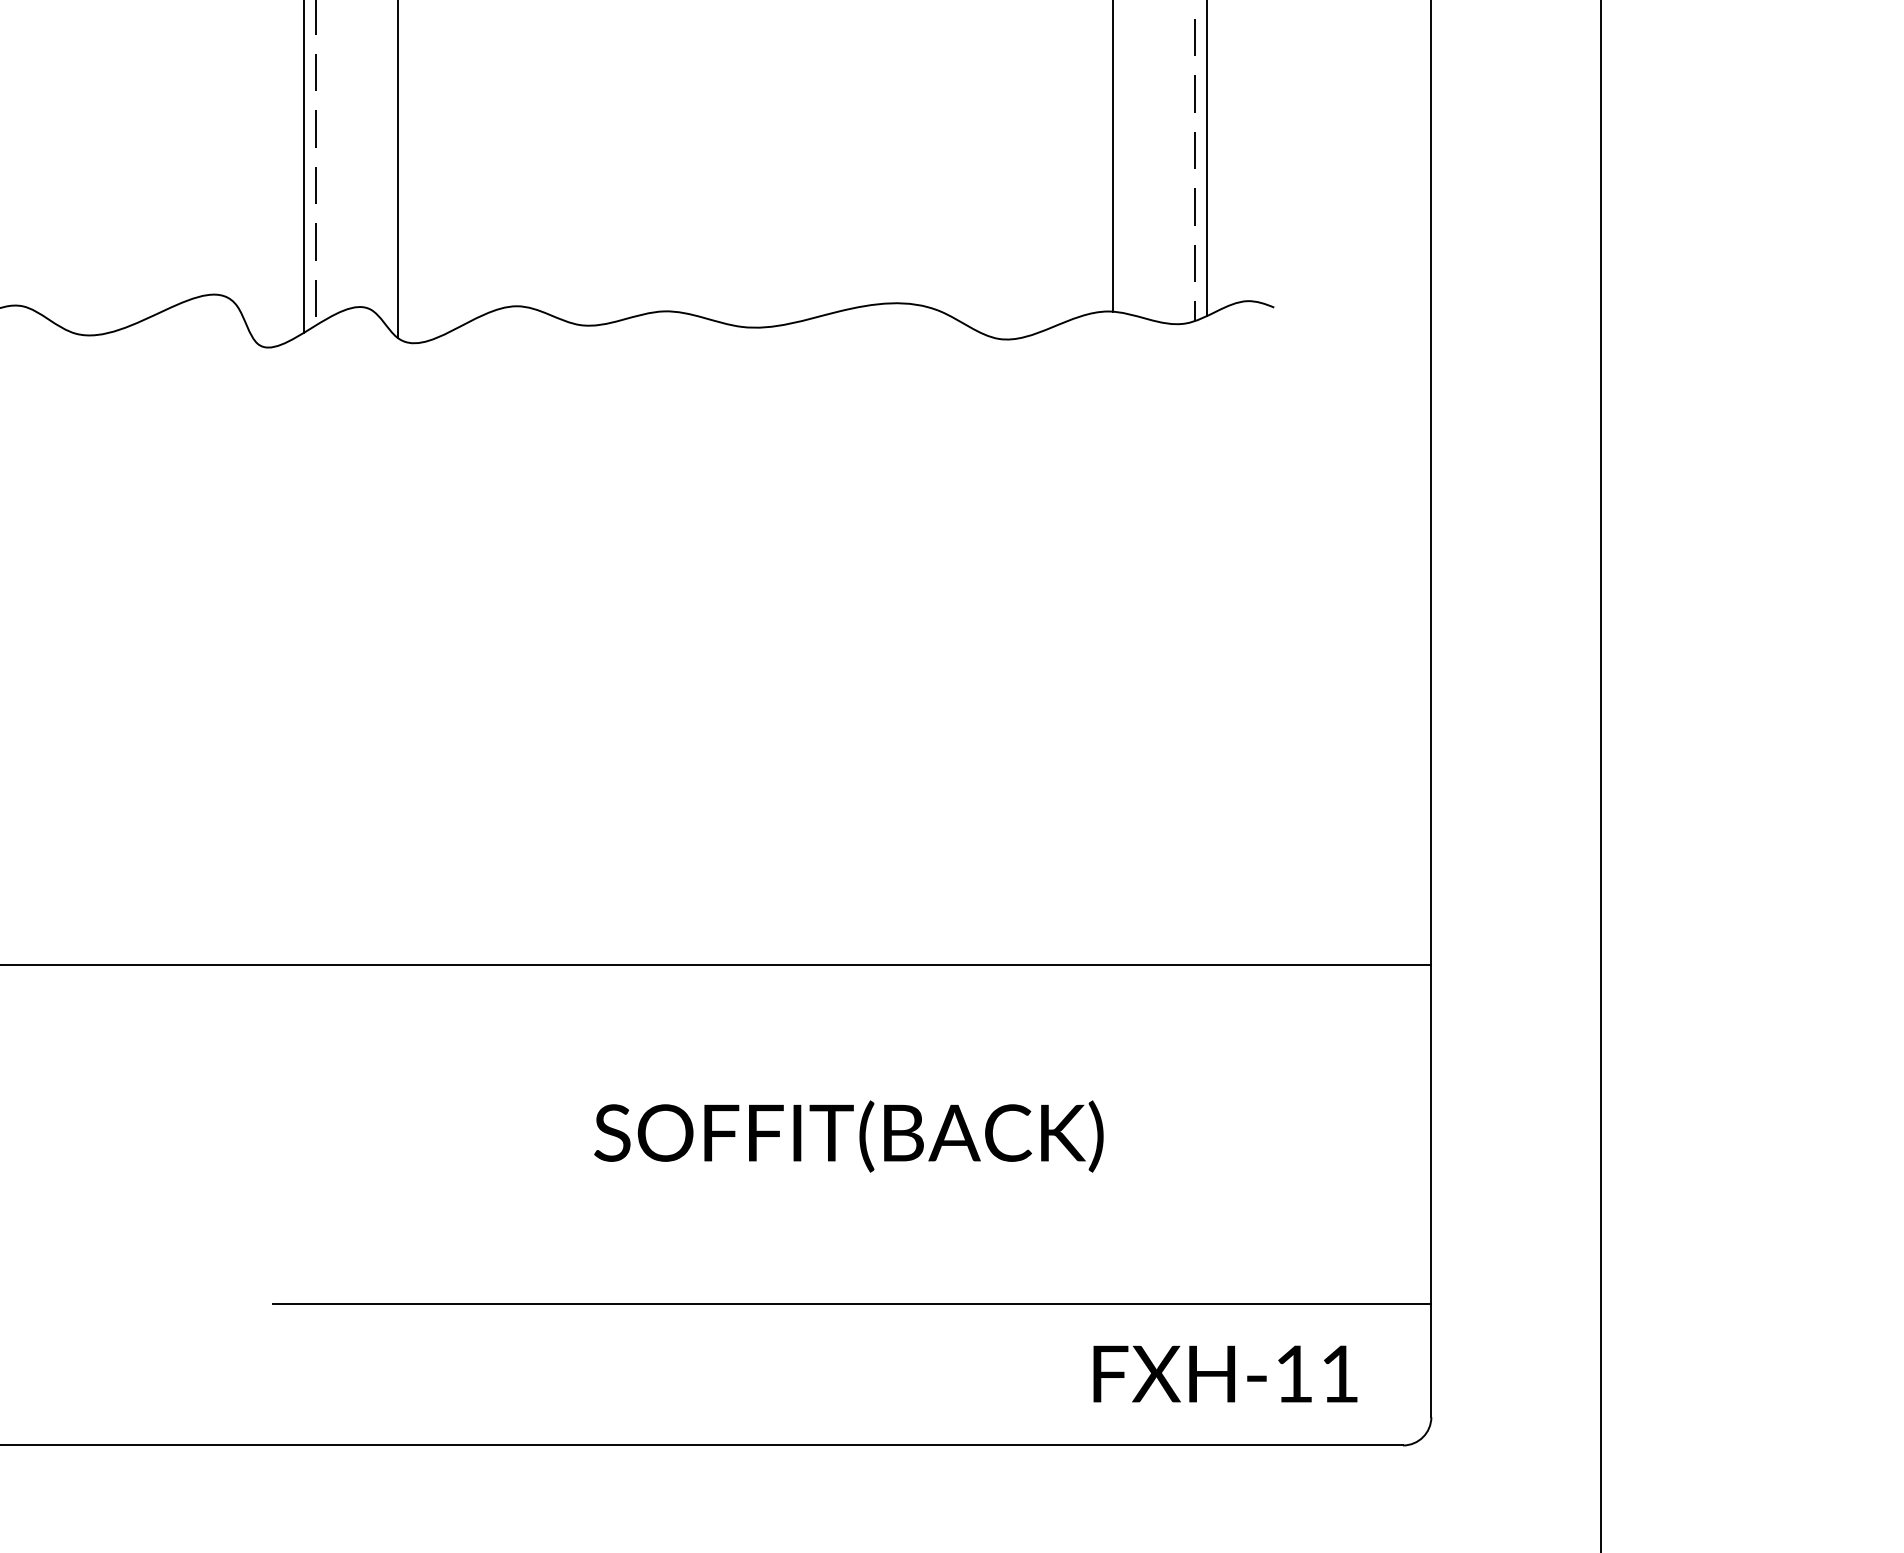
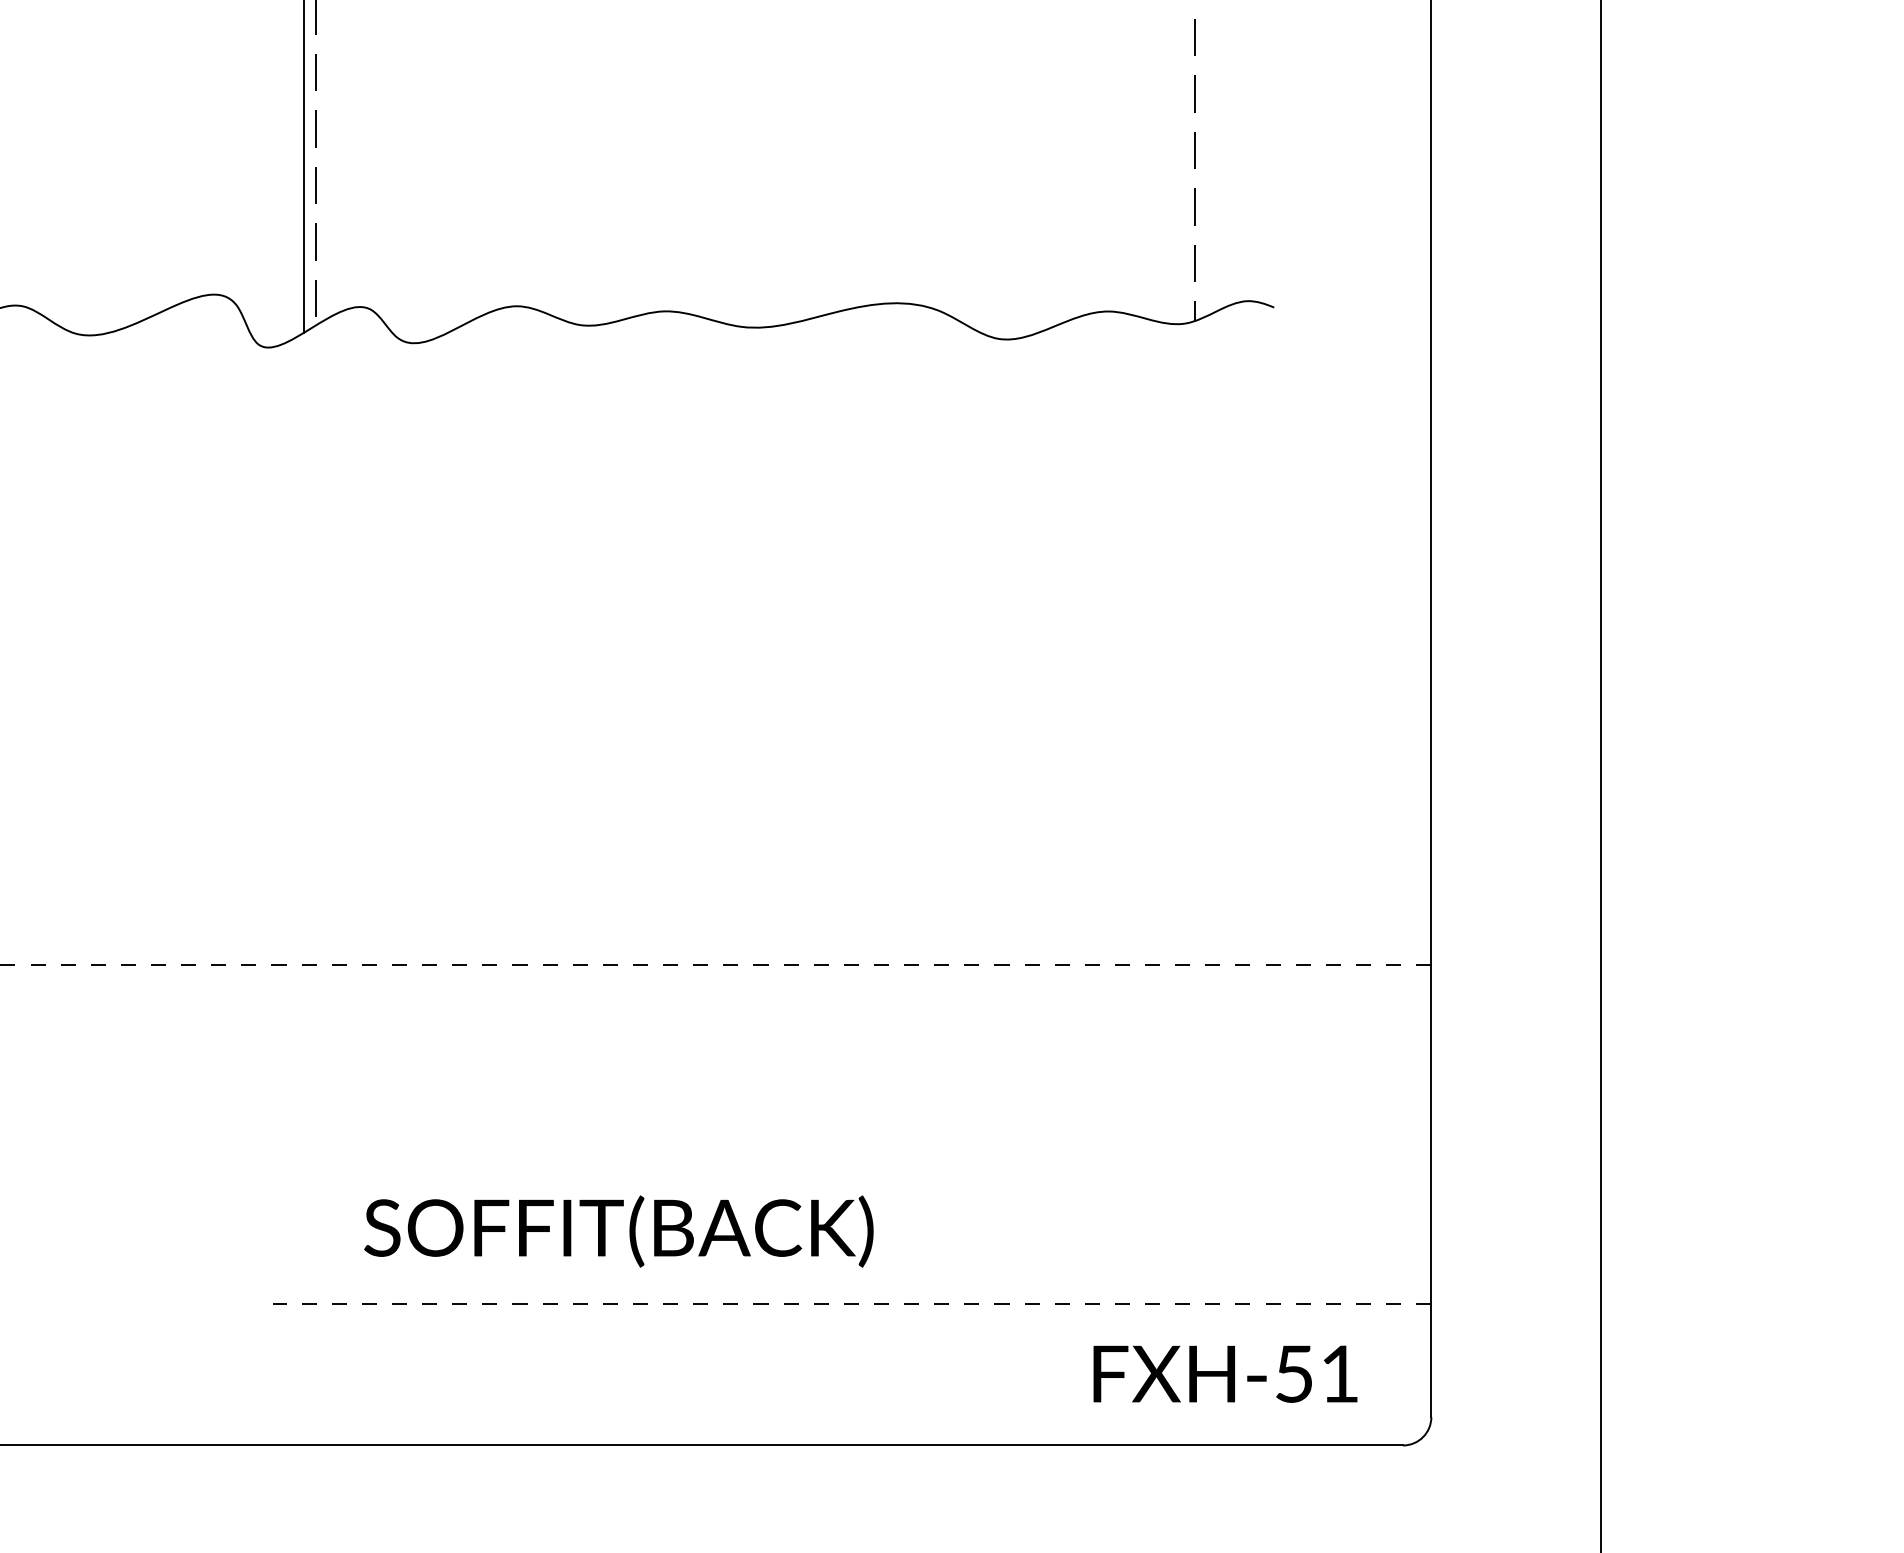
line at (1113, 156): present -> none
line at (1207, 158): present -> none
line at (397, 169): present -> none
line at (715, 965): solid -> dashed
text at (848, 1136) position: (848, 1136) -> (618, 1231)
line at (852, 1304): solid -> dashed
text at (1293, 1373): FXH-11 -> FXH-51
